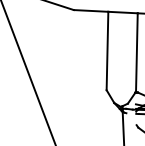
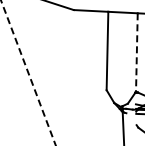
line at (136, 53): solid -> dashed
line at (28, 73): solid -> dashed
